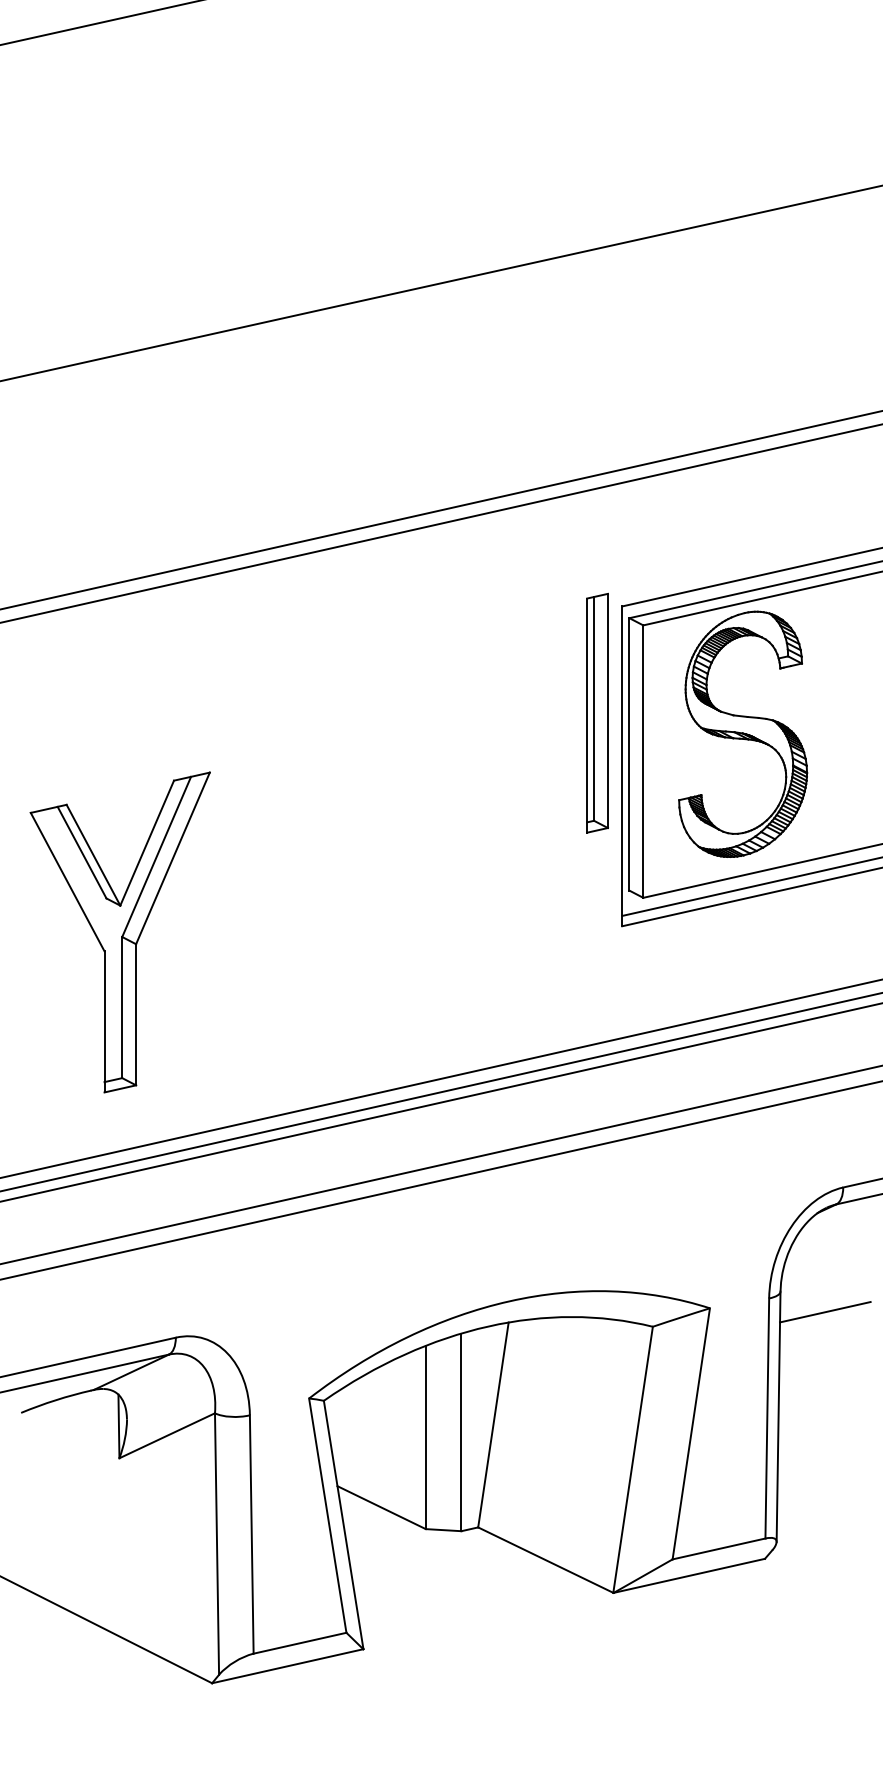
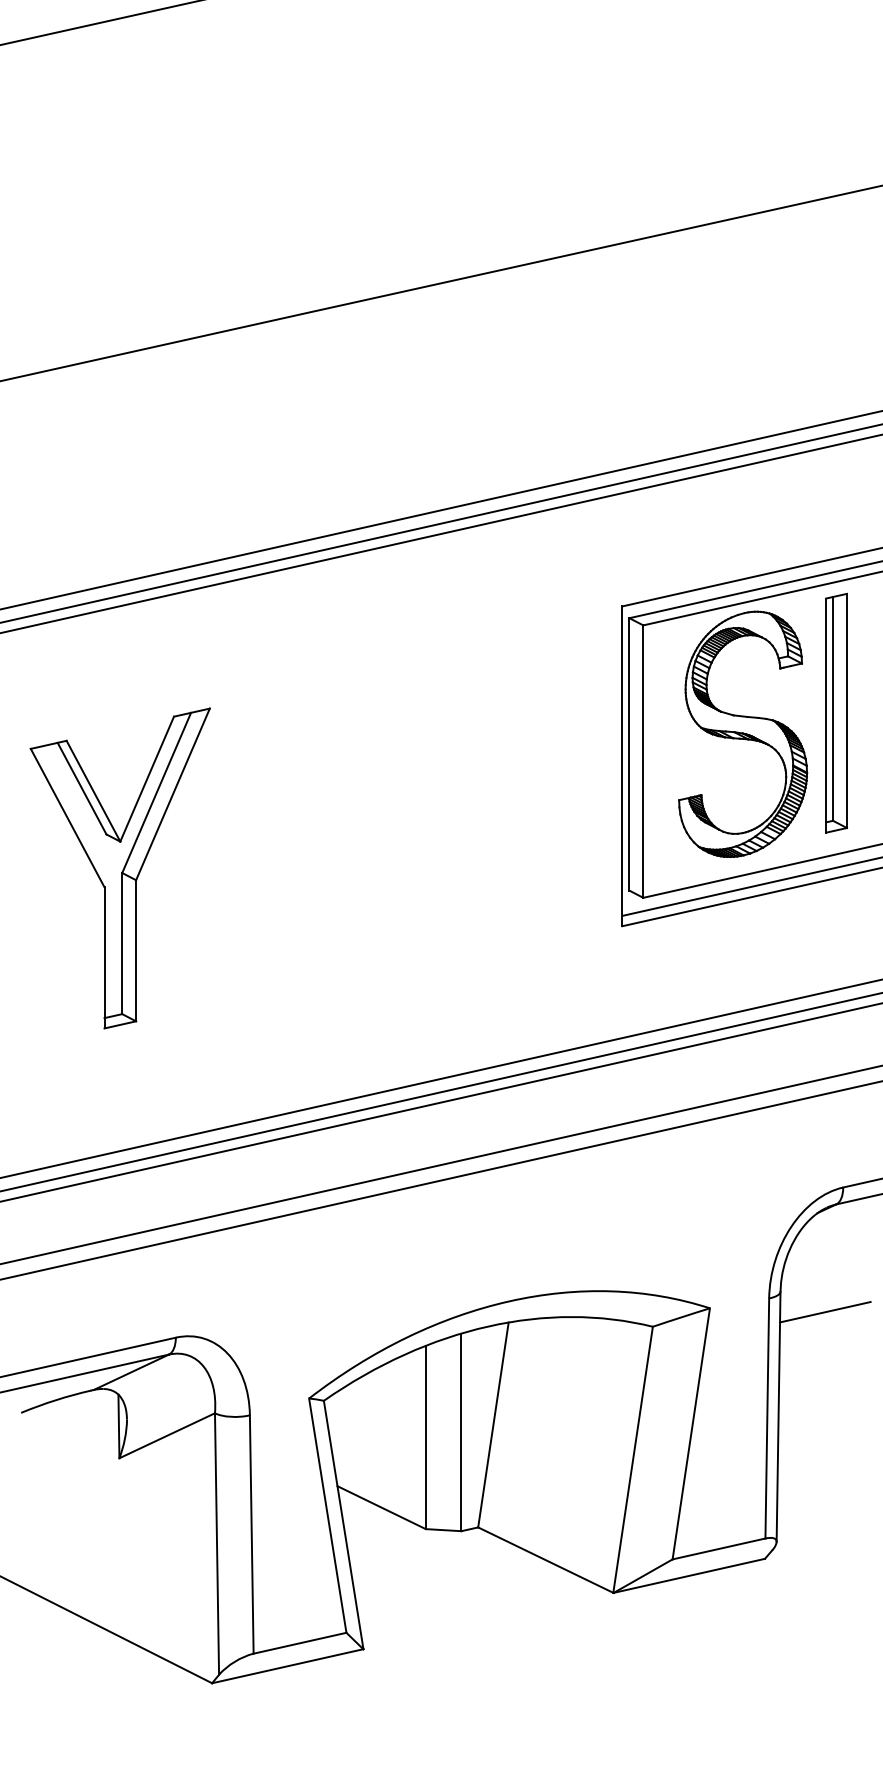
line at (440, 533): none -> present
part at (597, 712) position: (597, 712) -> (836, 712)
part at (119, 932) position: (119, 932) -> (119, 868)
